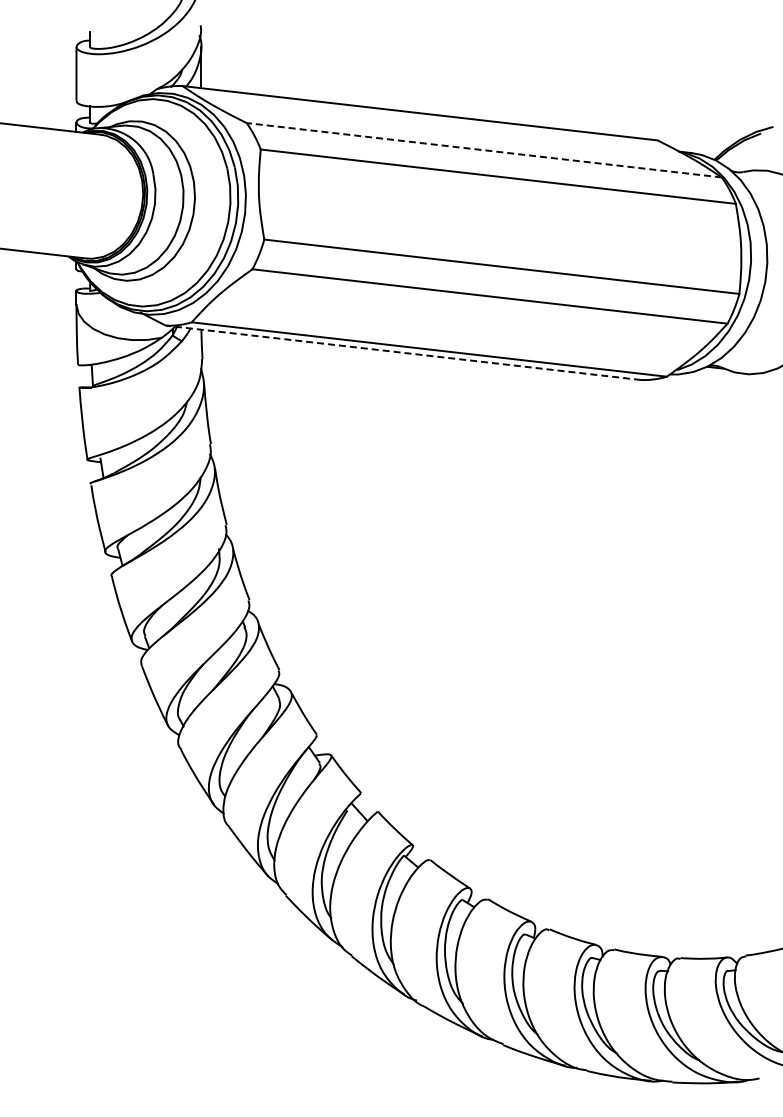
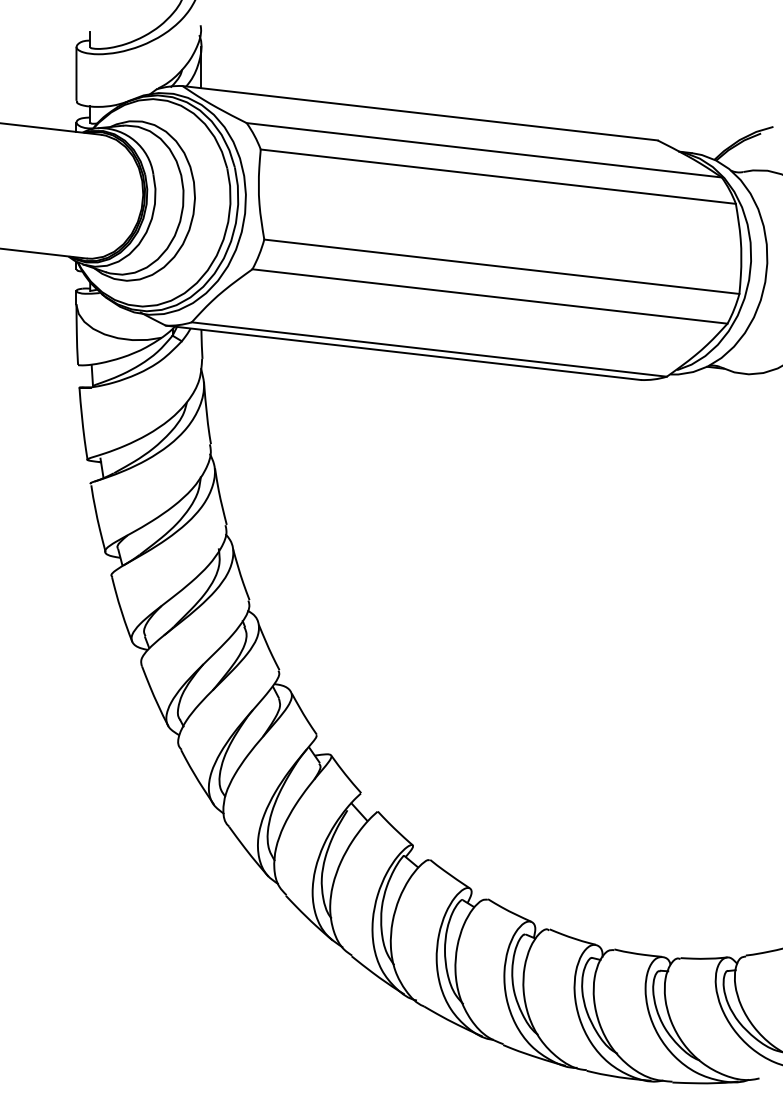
line at (483, 150): dashed -> solid
line at (402, 352): dashed -> solid
